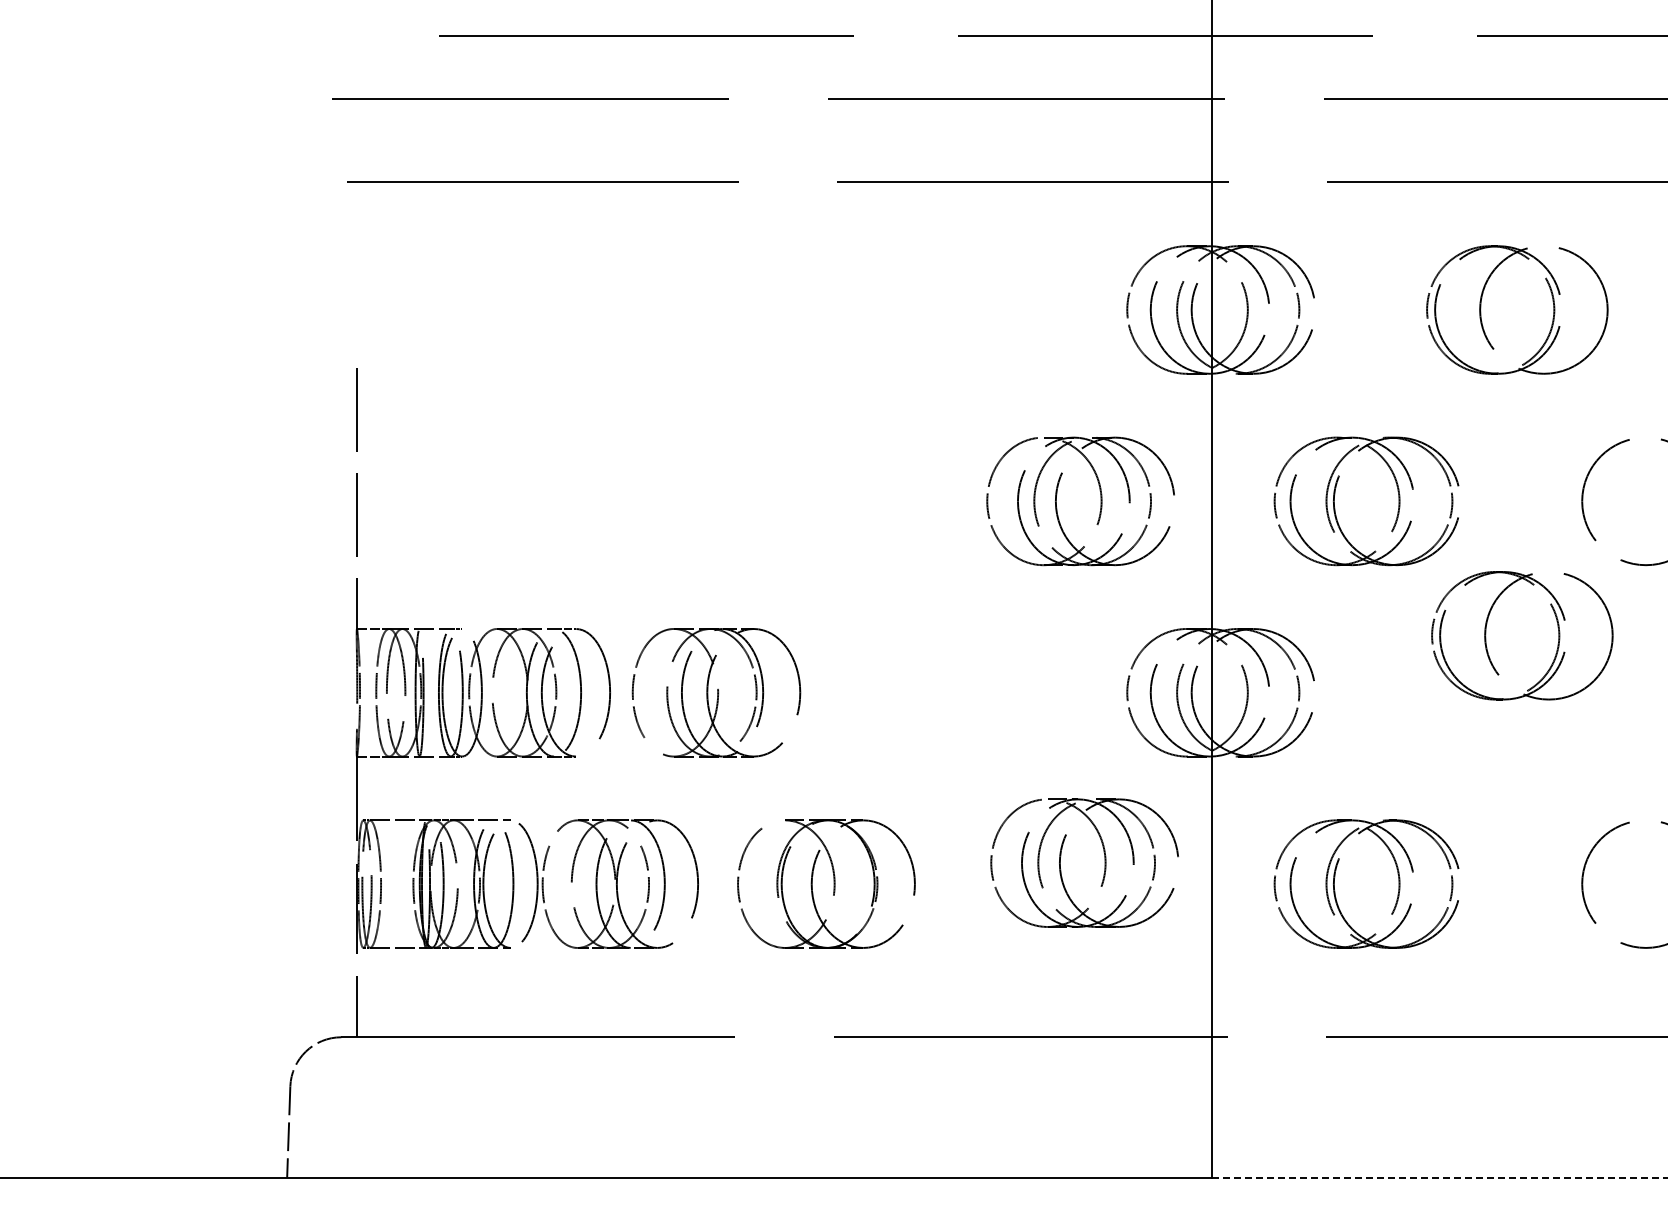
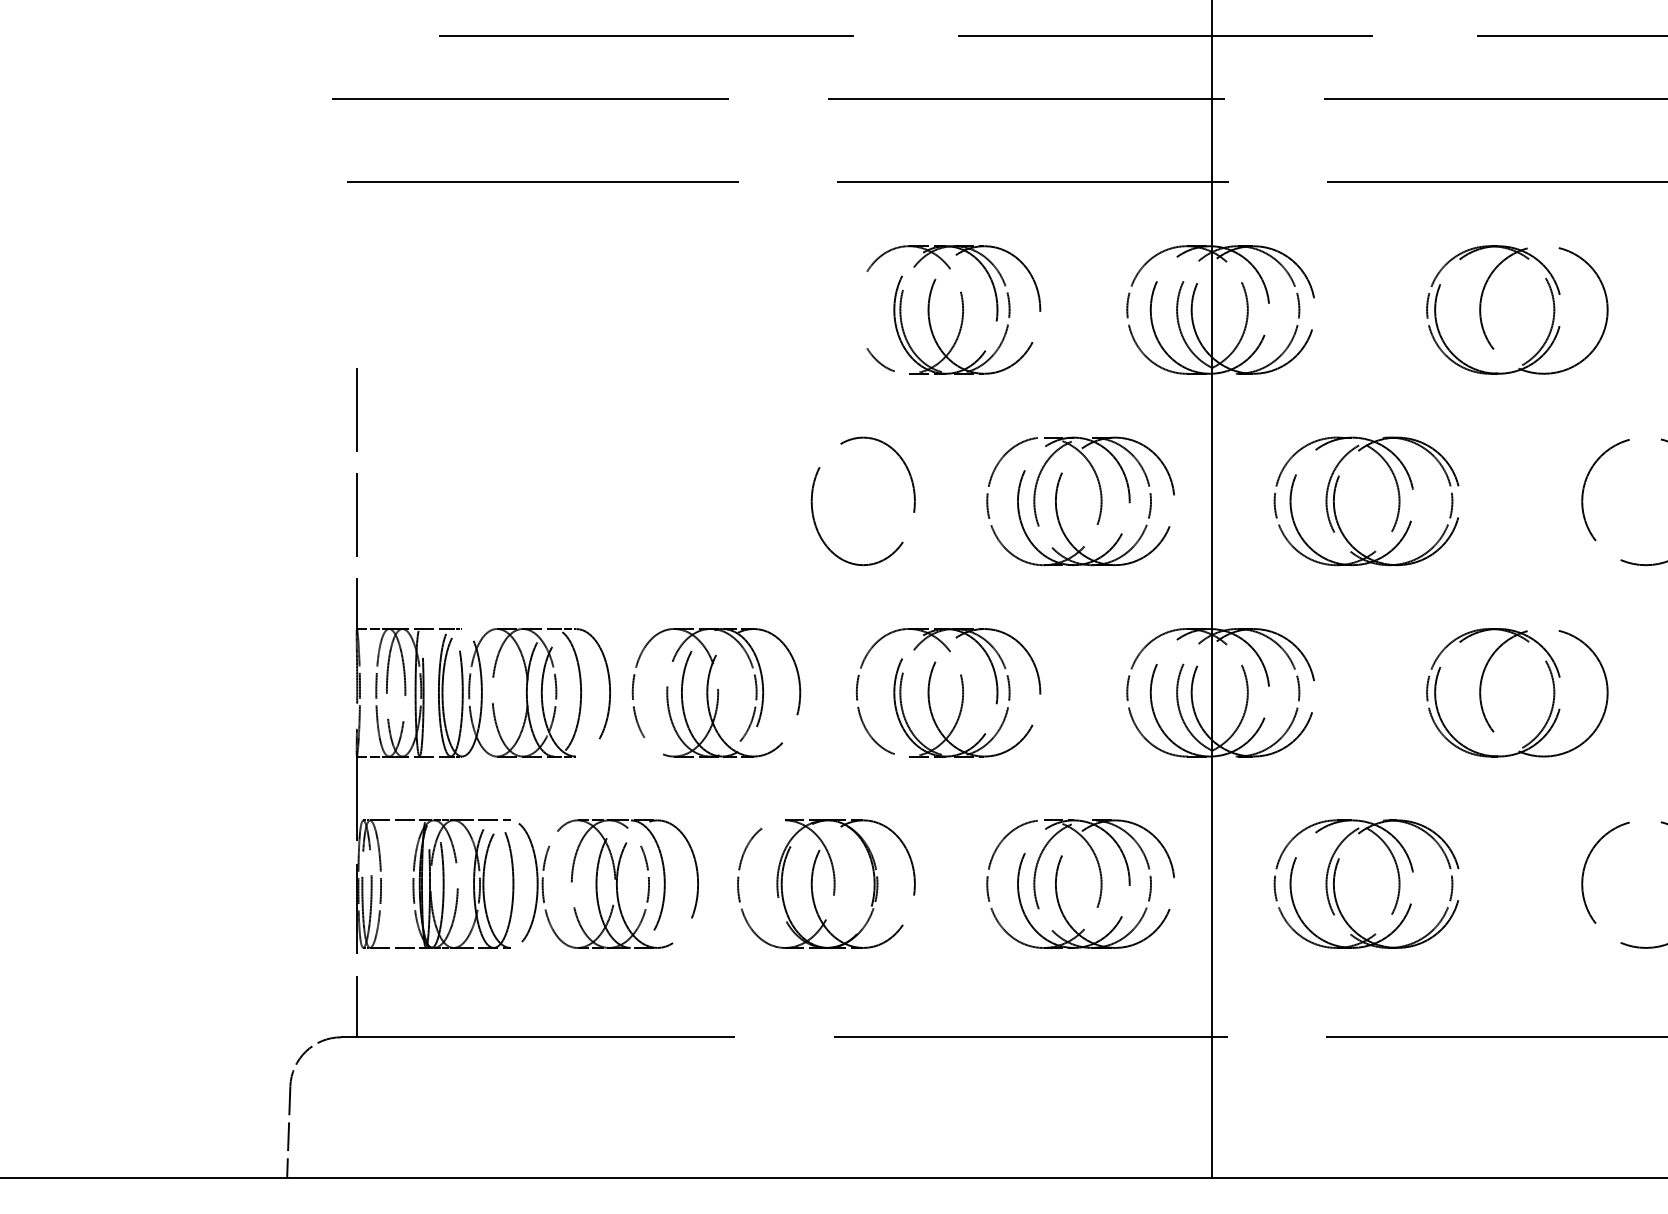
part at (962, 309): none -> present
part at (813, 493): none -> present
part at (1557, 627) position: (1557, 627) -> (1552, 684)
part at (962, 692): none -> present
part at (1104, 862) position: (1104, 862) -> (1100, 883)
line at (1440, 1177): dashed -> solid
